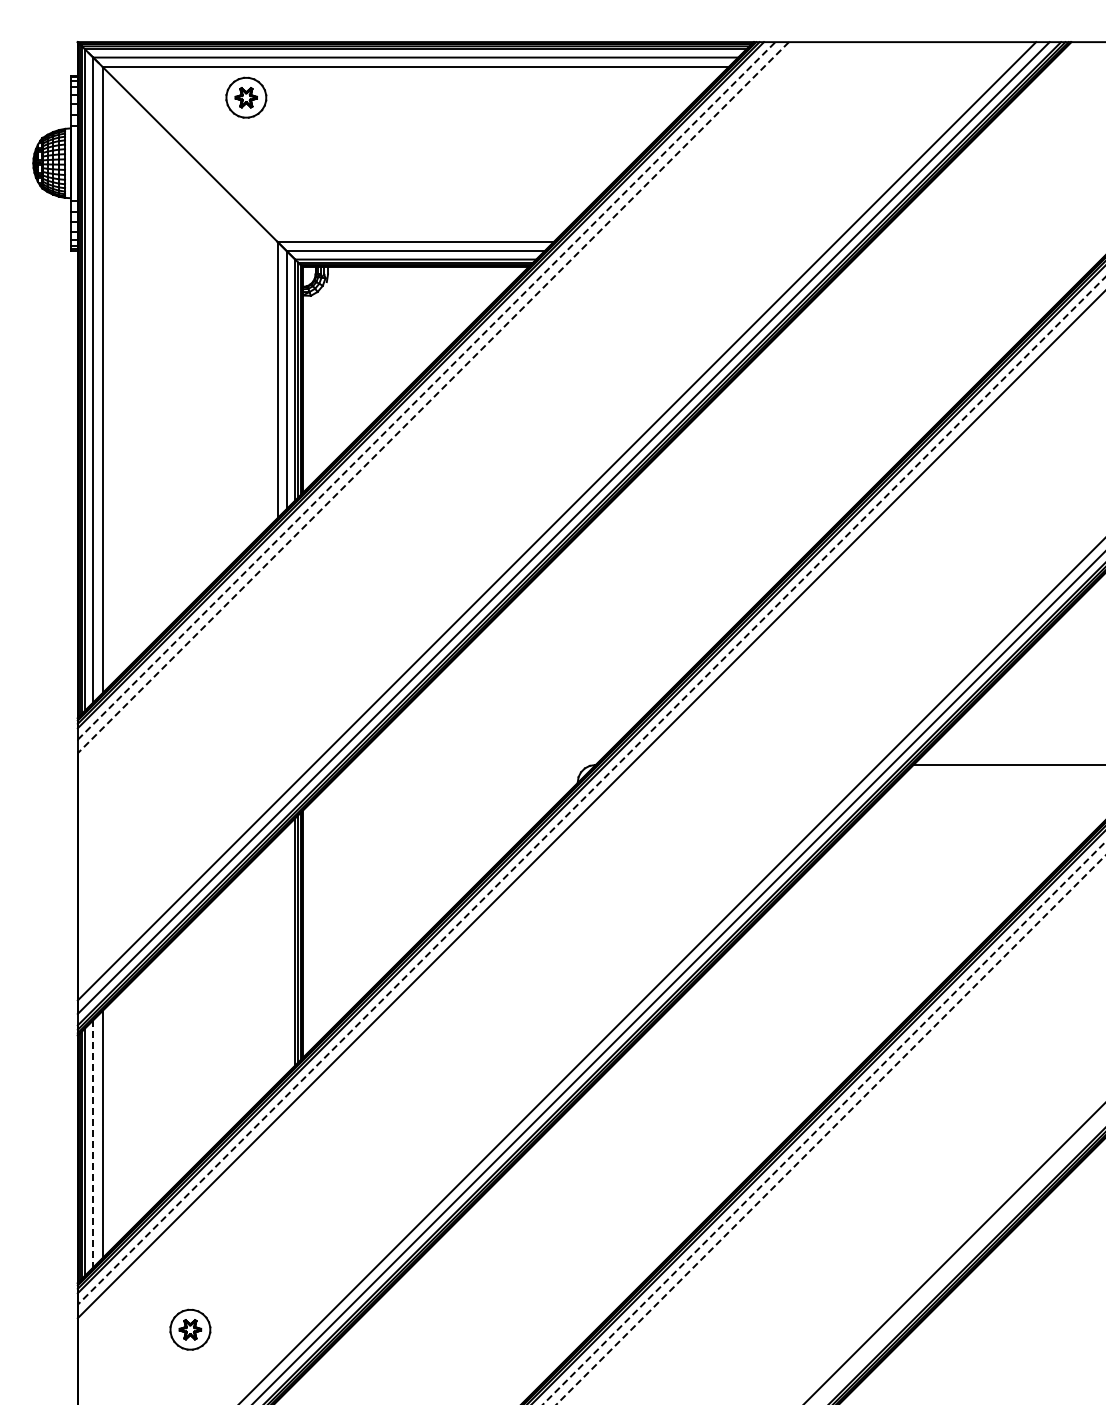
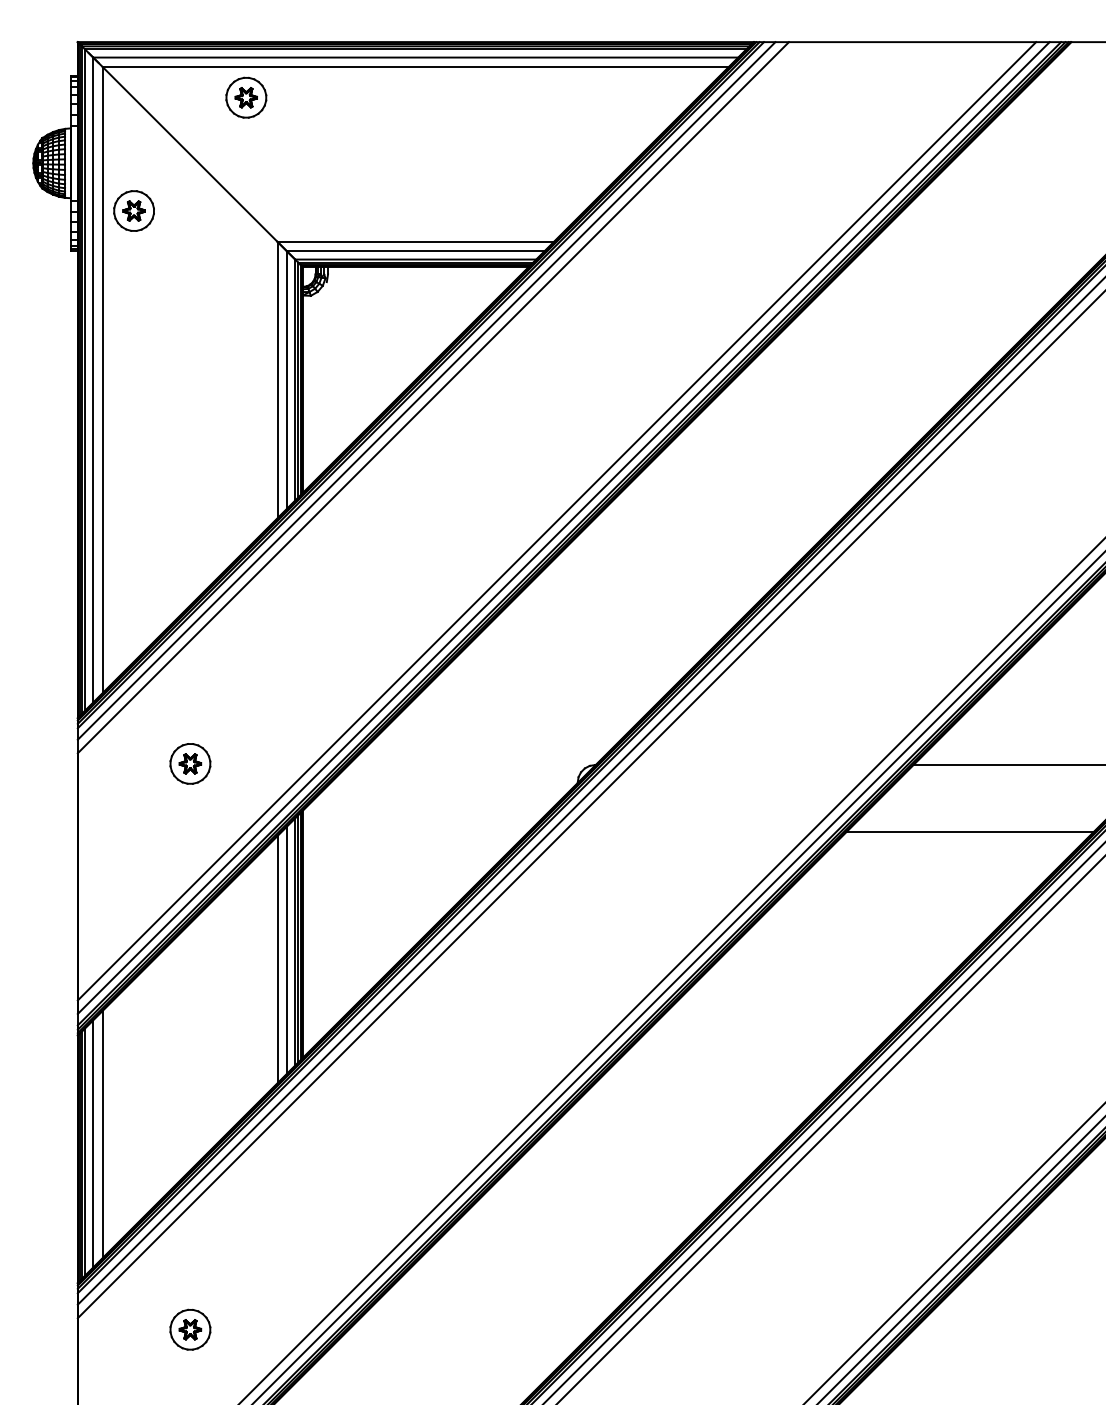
part at (133, 210): none -> present
line at (427, 390): dashed -> solid
line at (433, 397): dashed -> solid
part at (190, 763): none -> present
line at (591, 790): dashed -> solid
line at (969, 832): none -> present
line at (287, 949): none -> present
line at (277, 959): none -> present
line at (824, 1123): dashed -> solid
line at (830, 1130): dashed -> solid
line at (93, 1143): dashed -> solid
line at (961, 1260): none -> present
